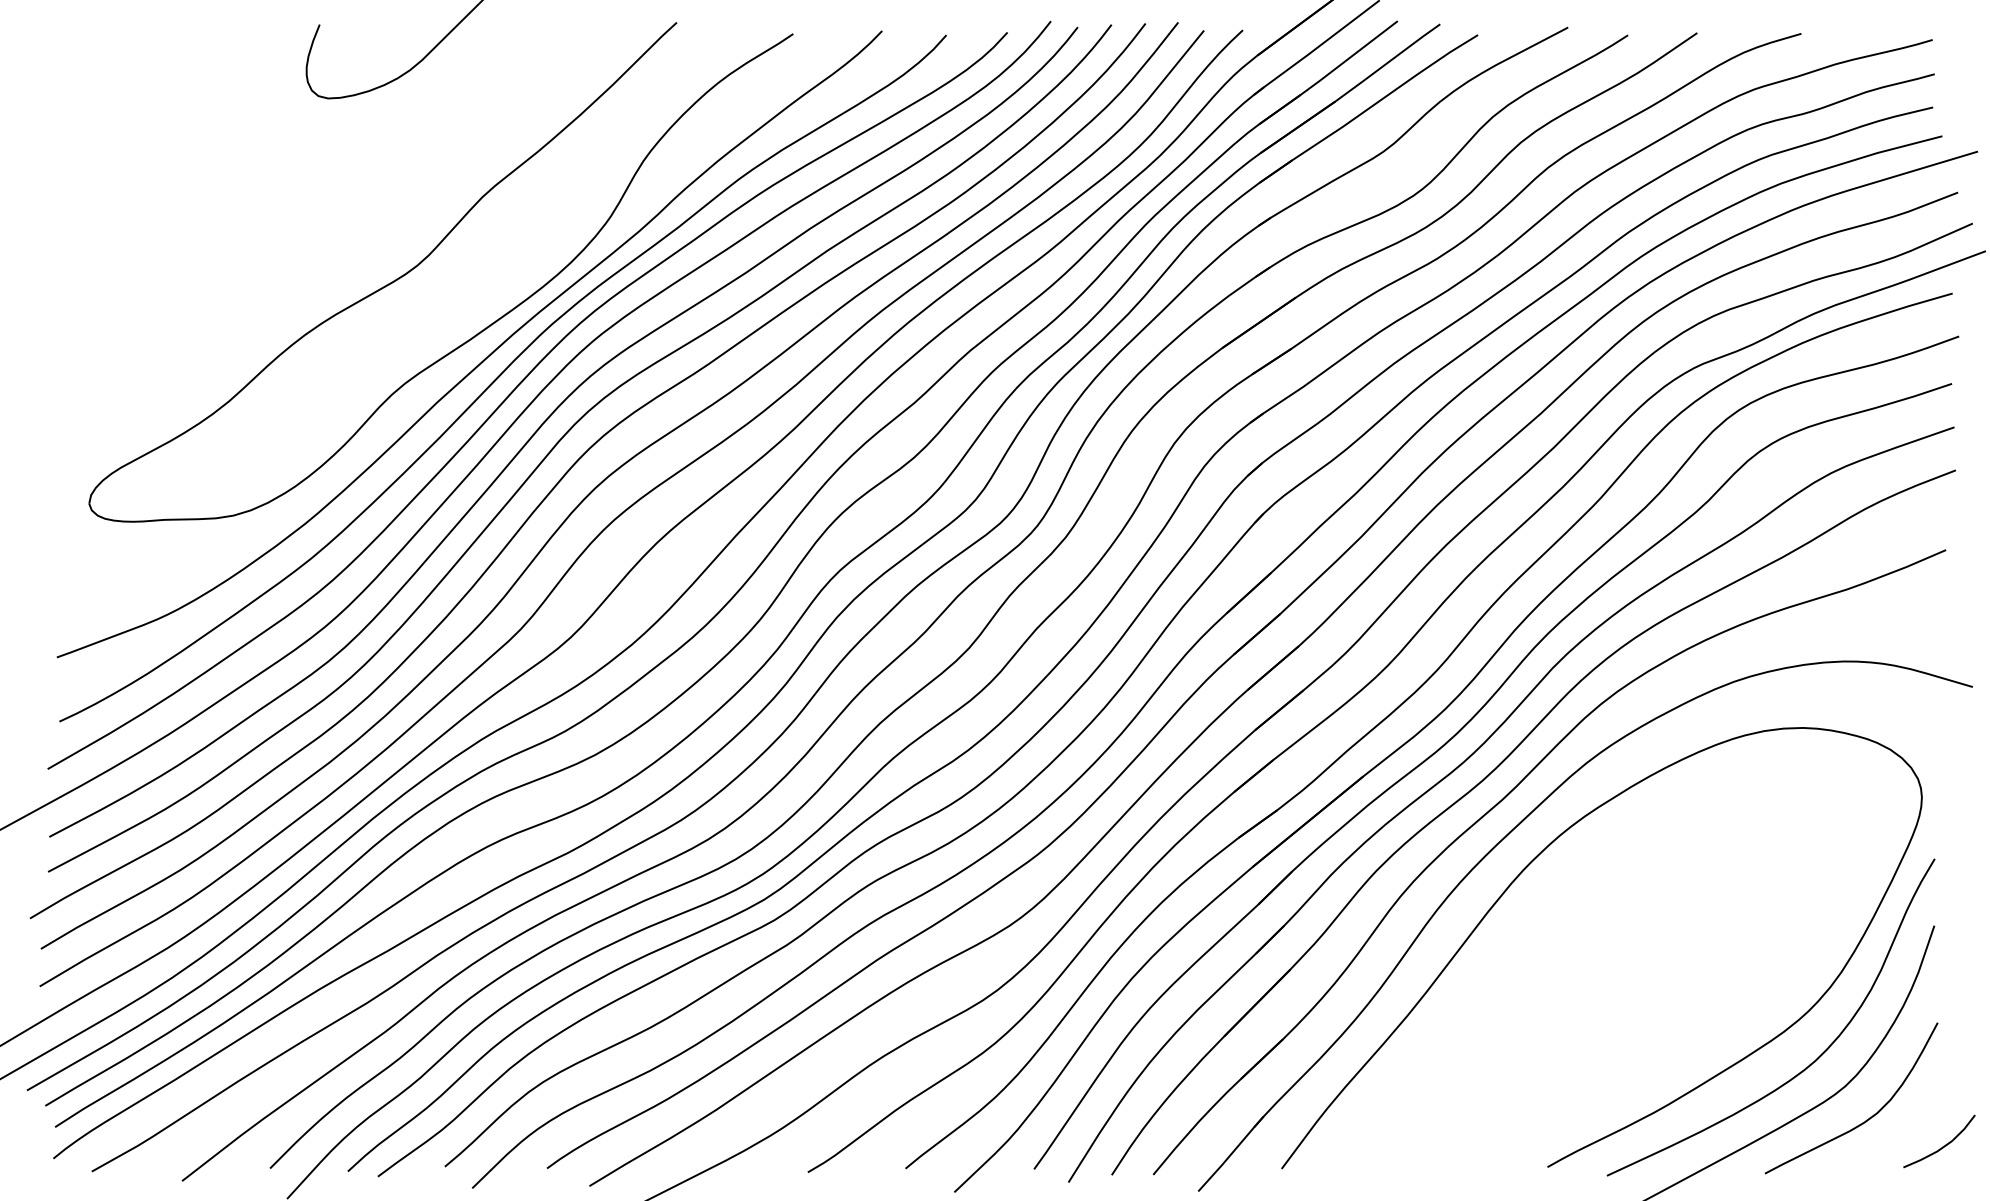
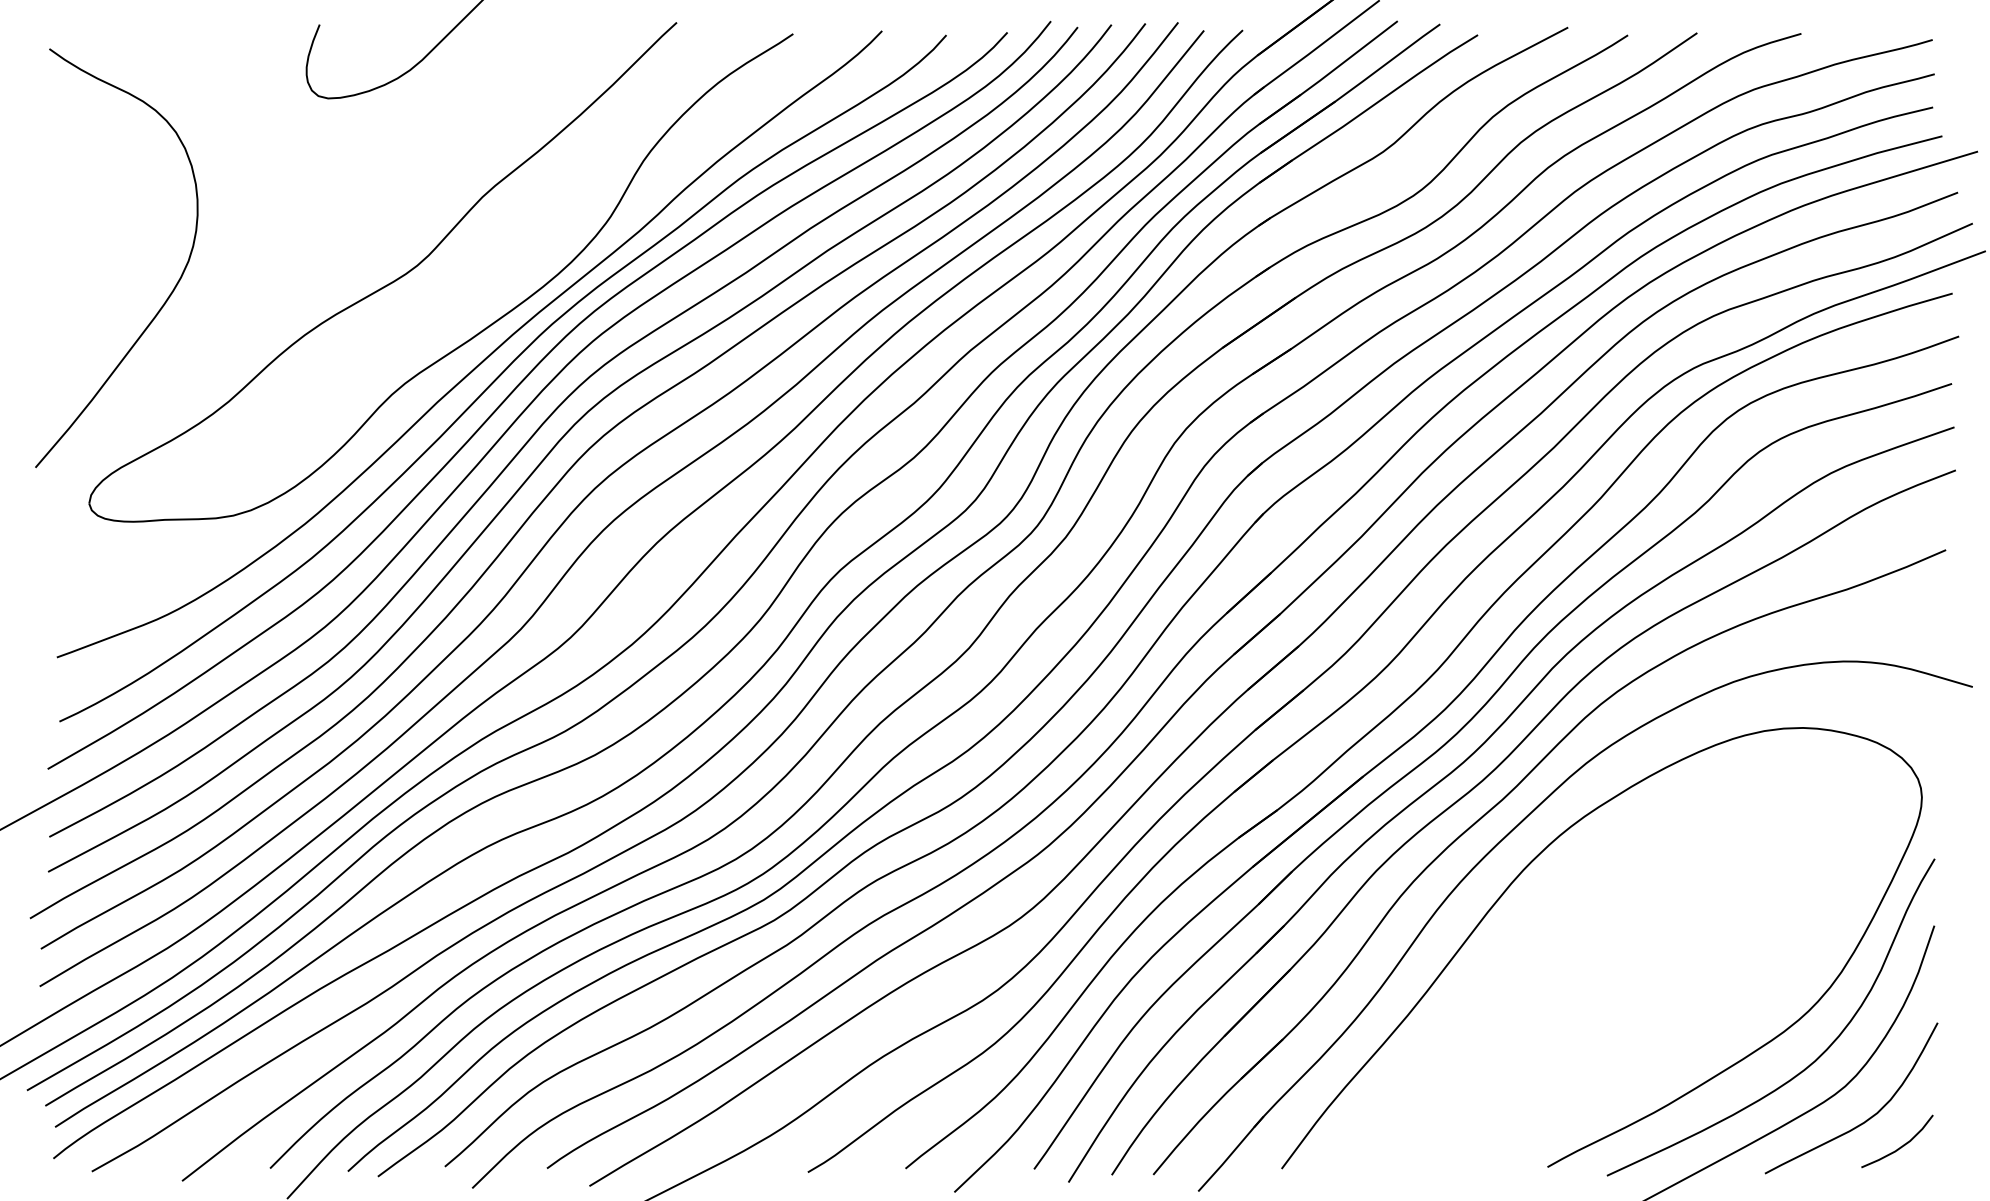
curve at (169, 294): none -> present
curve at (1942, 1146) position: (1942, 1146) -> (1900, 1146)
